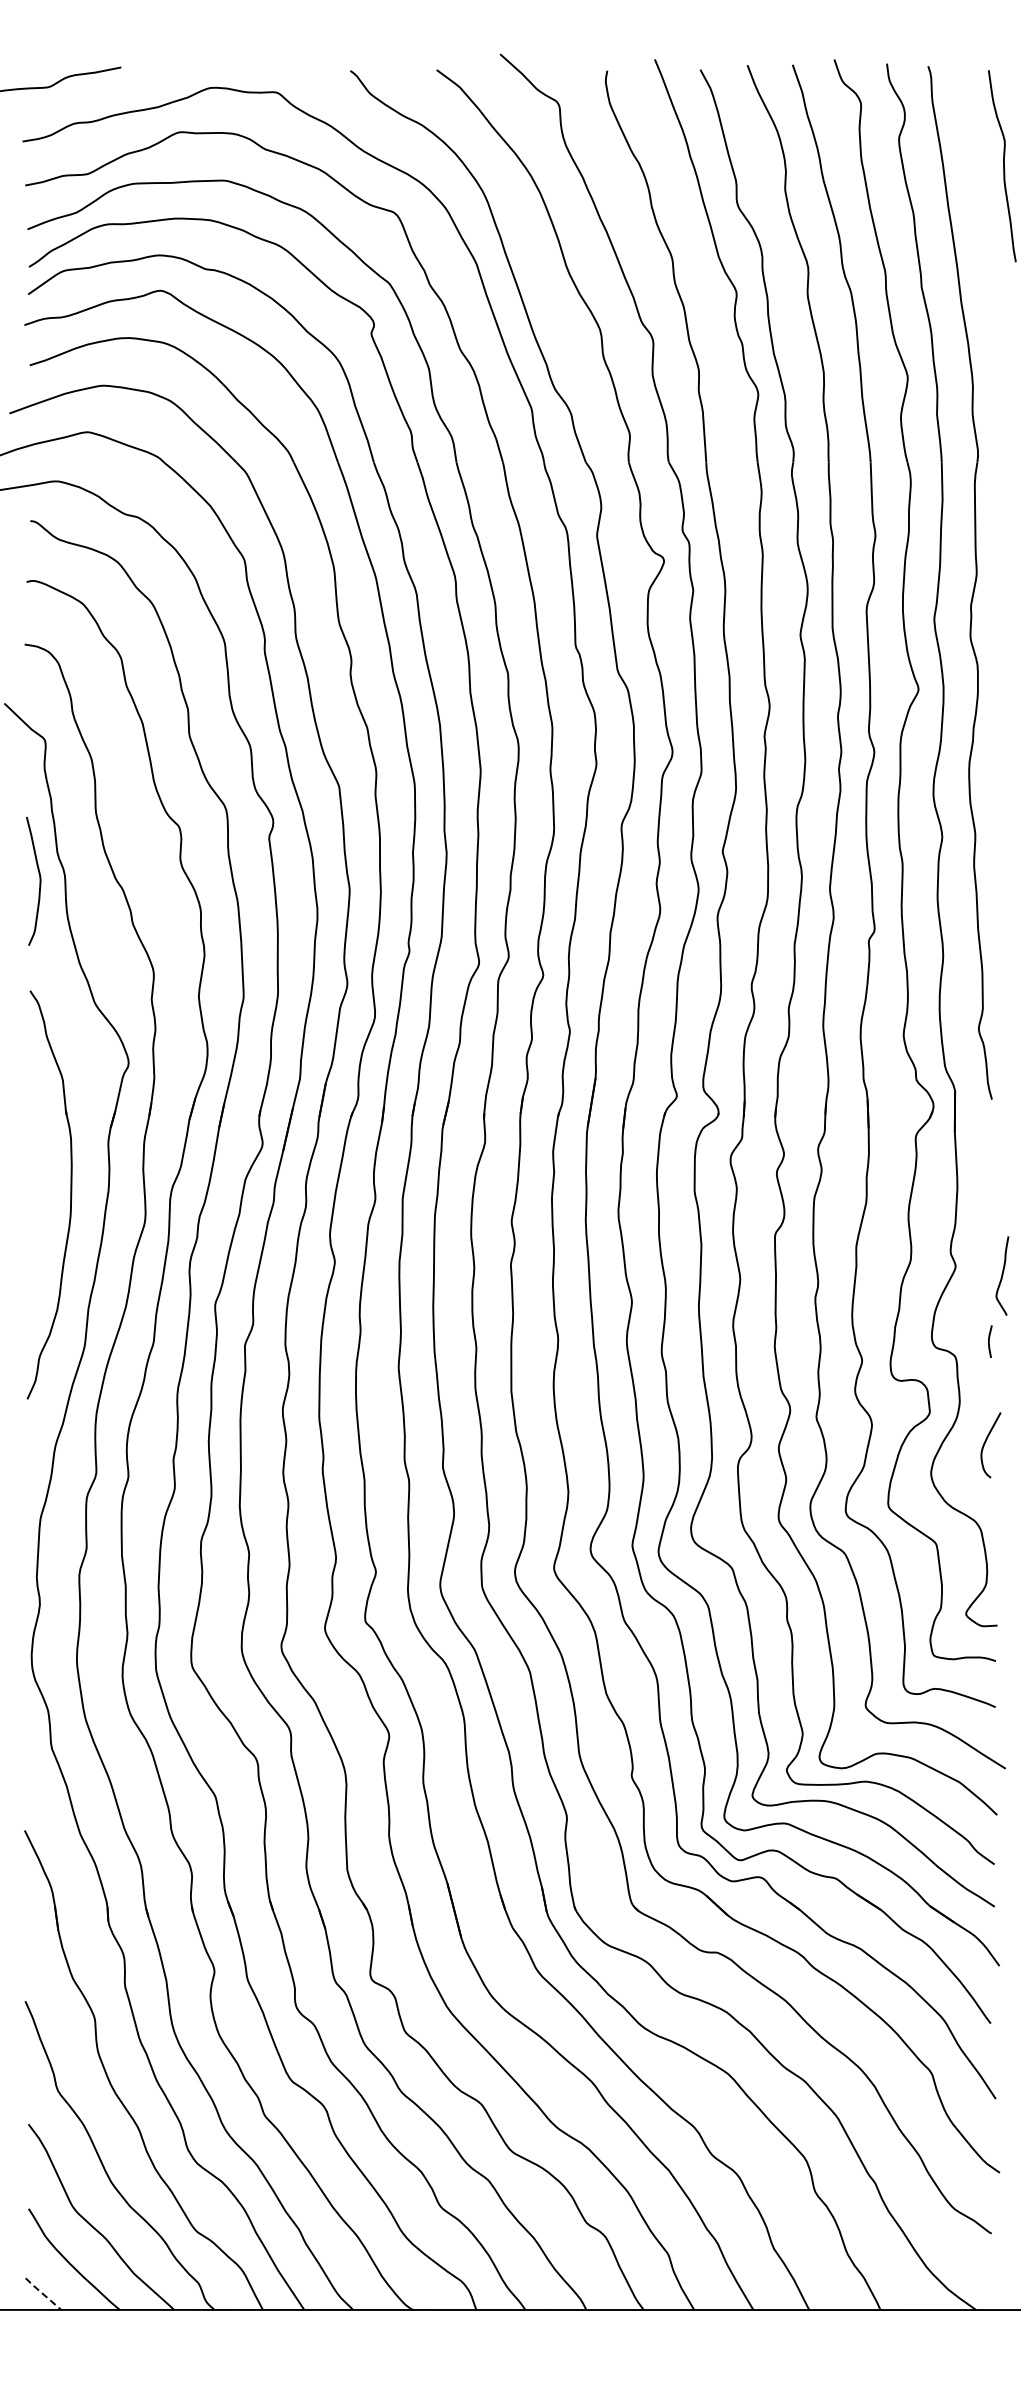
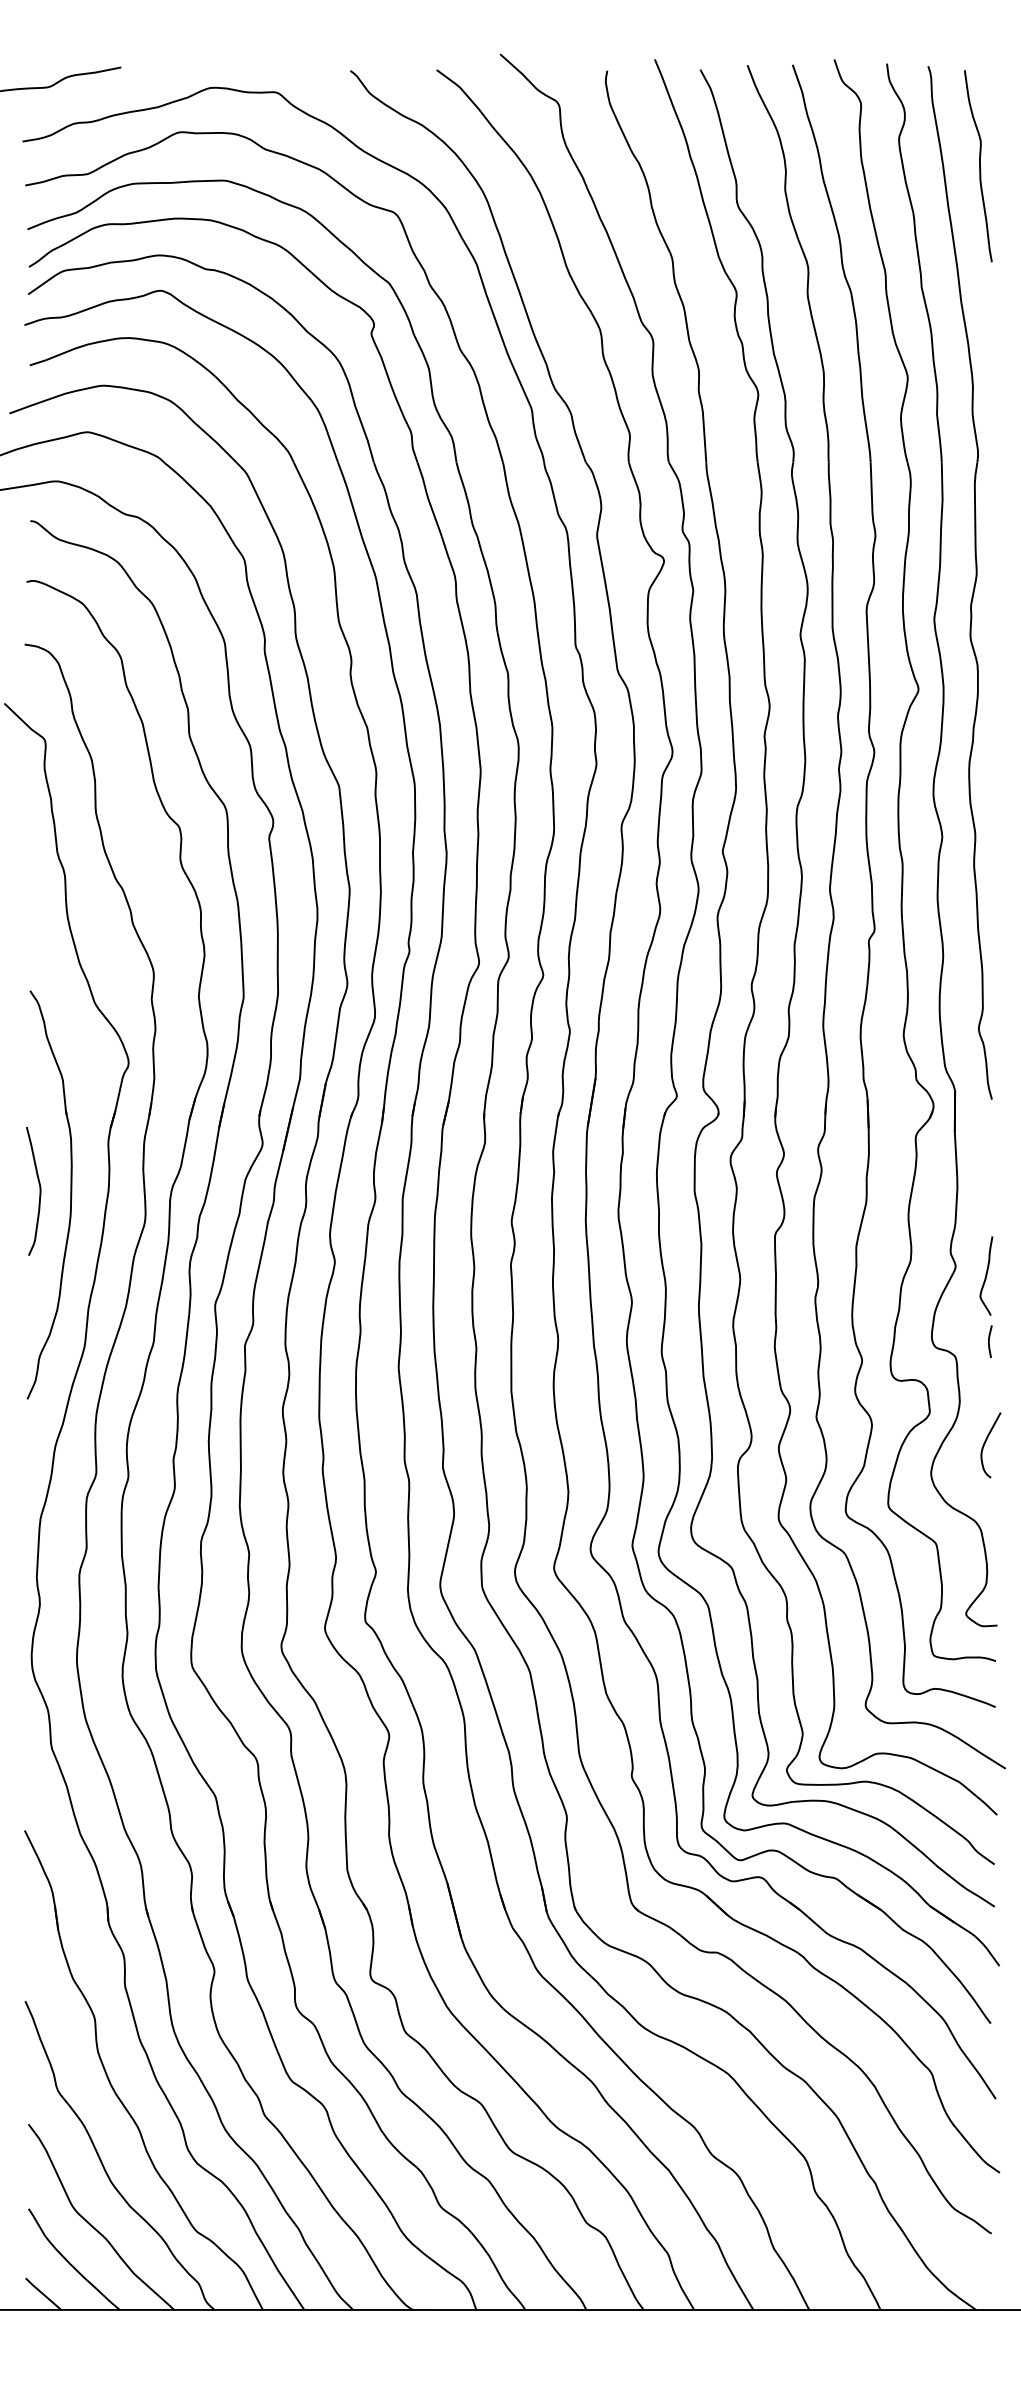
curve at (1003, 166) position: (1003, 166) -> (979, 166)
curve at (39, 880) position: (39, 880) -> (39, 1190)
curve at (1002, 1275) position: (1002, 1275) -> (986, 1275)
line at (43, 2294): dashed -> solid
